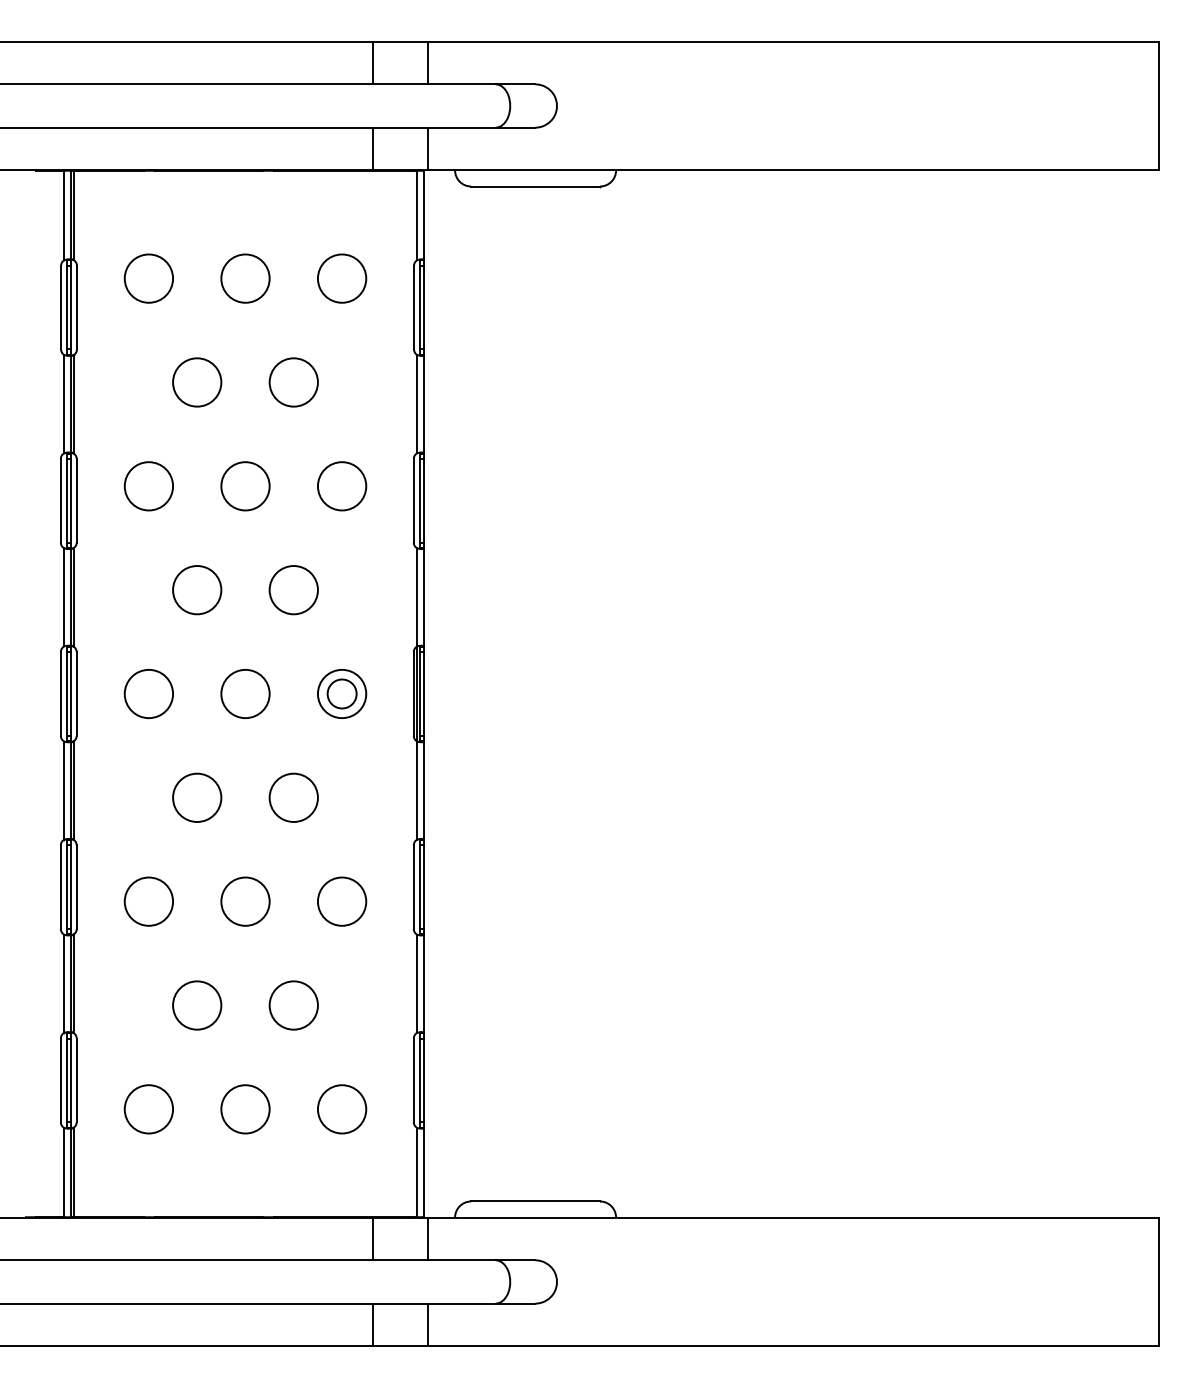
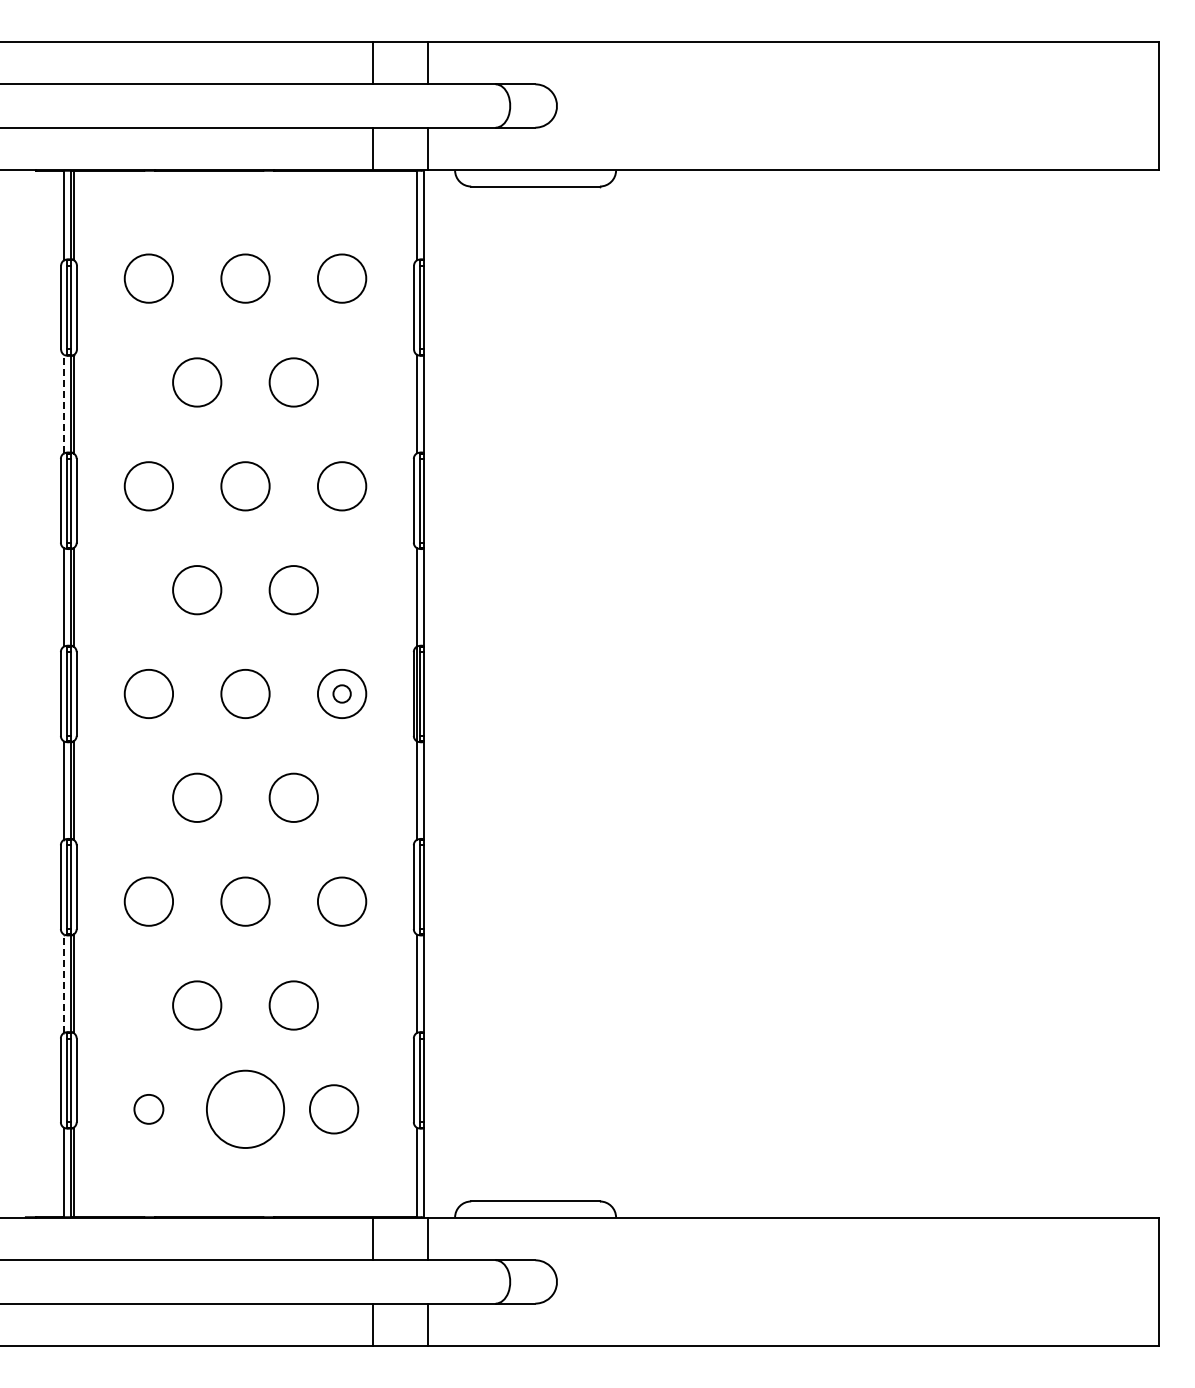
line at (64, 403): solid -> dashed
circle at (341, 693) diameter: 29 px -> 17 px
line at (64, 983): solid -> dashed
circle at (148, 1109) diameter: 48 px -> 29 px
circle at (245, 1109) diameter: 48 px -> 77 px
circle at (342, 1109) position: (342, 1109) -> (334, 1109)
